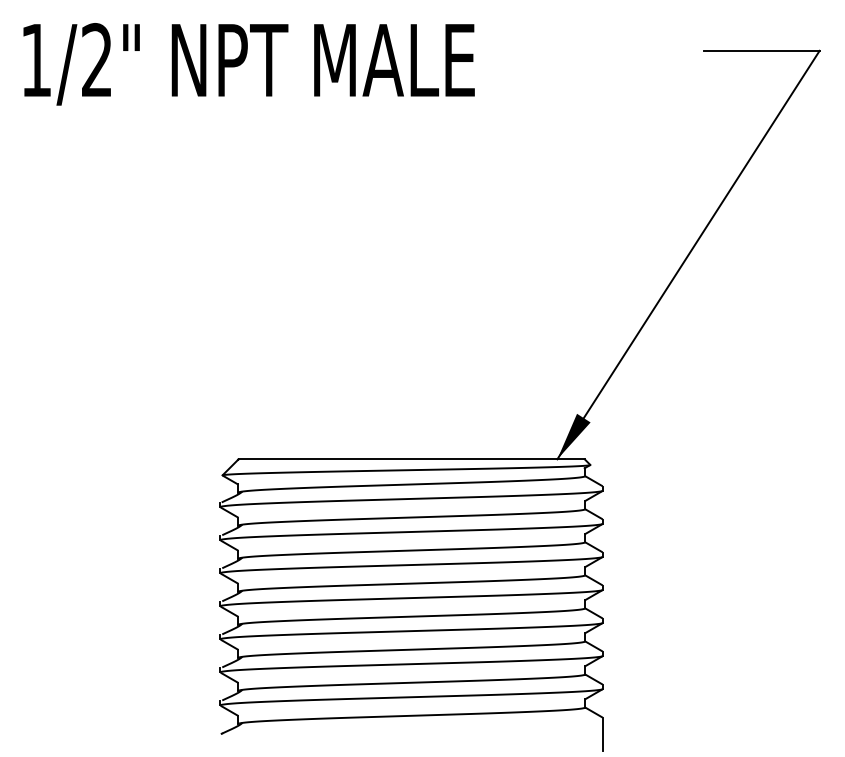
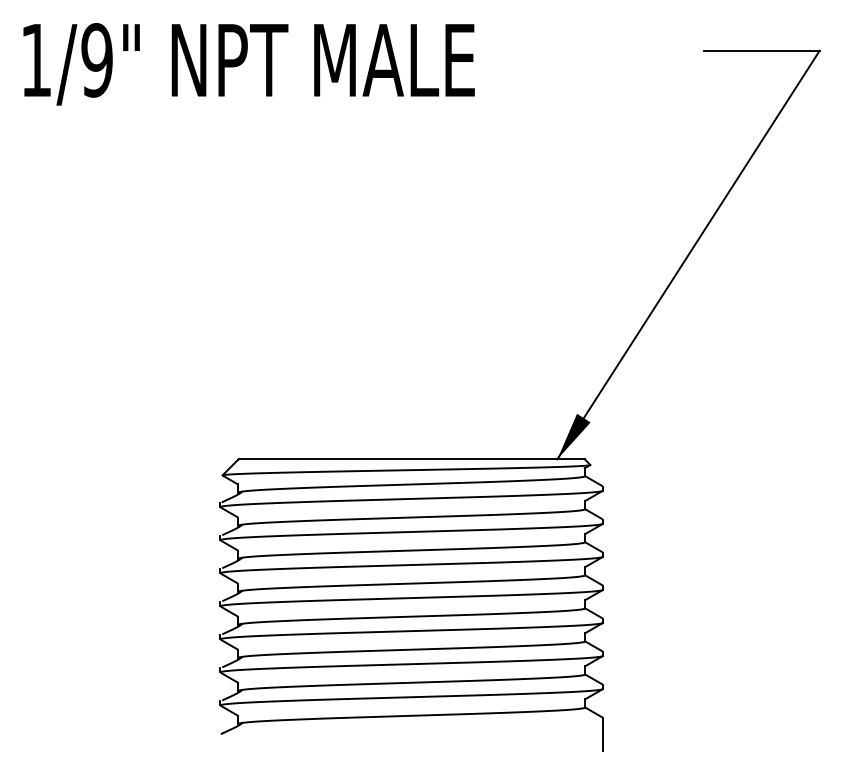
text at (96, 60): 1/2" -> 1/9"
